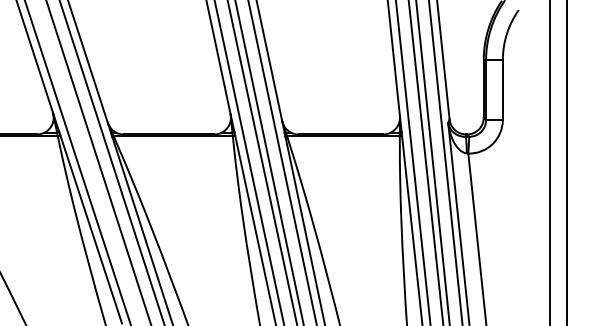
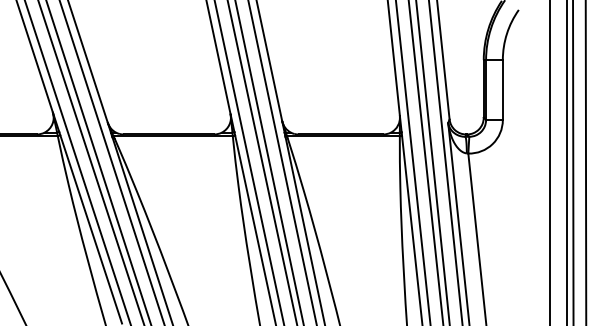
line at (90, 162): none -> present
line at (573, 162): none -> present
line at (585, 162): none -> present
